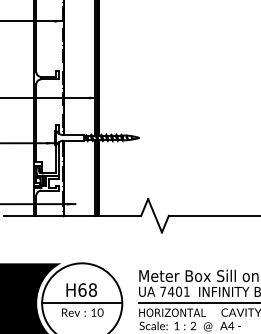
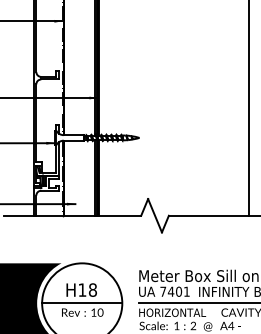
line at (249, 108): none -> present
text at (82, 289): H68 -> H18
